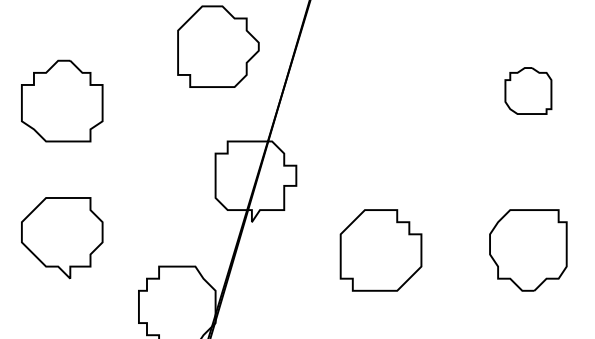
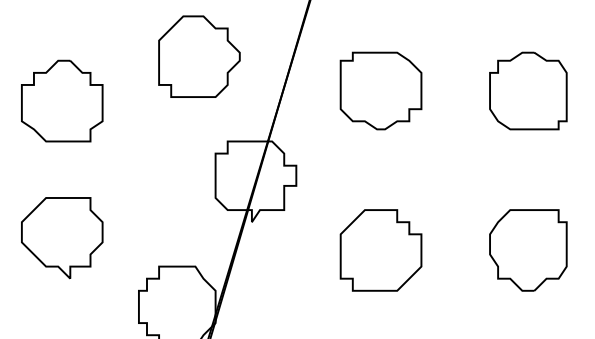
part at (218, 46) position: (218, 46) -> (199, 56)
part at (380, 90): none -> present
part at (528, 90) size: 49x48 px -> 79x80 px
